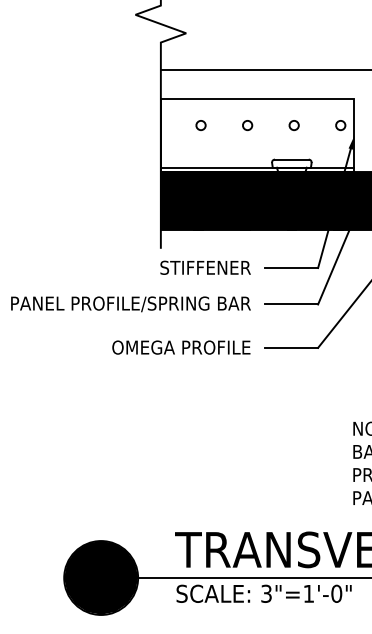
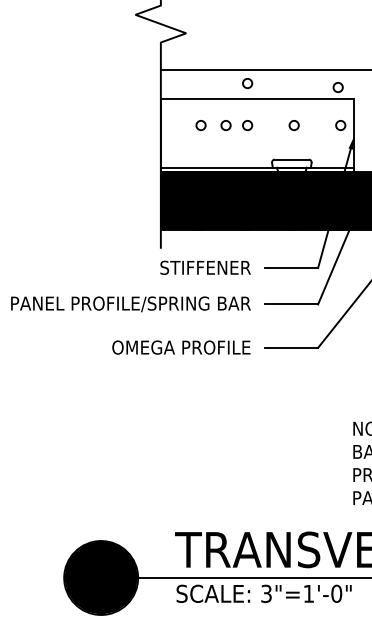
circle at (247, 83): none -> present
circle at (337, 87): none -> present
circle at (225, 125): none -> present
